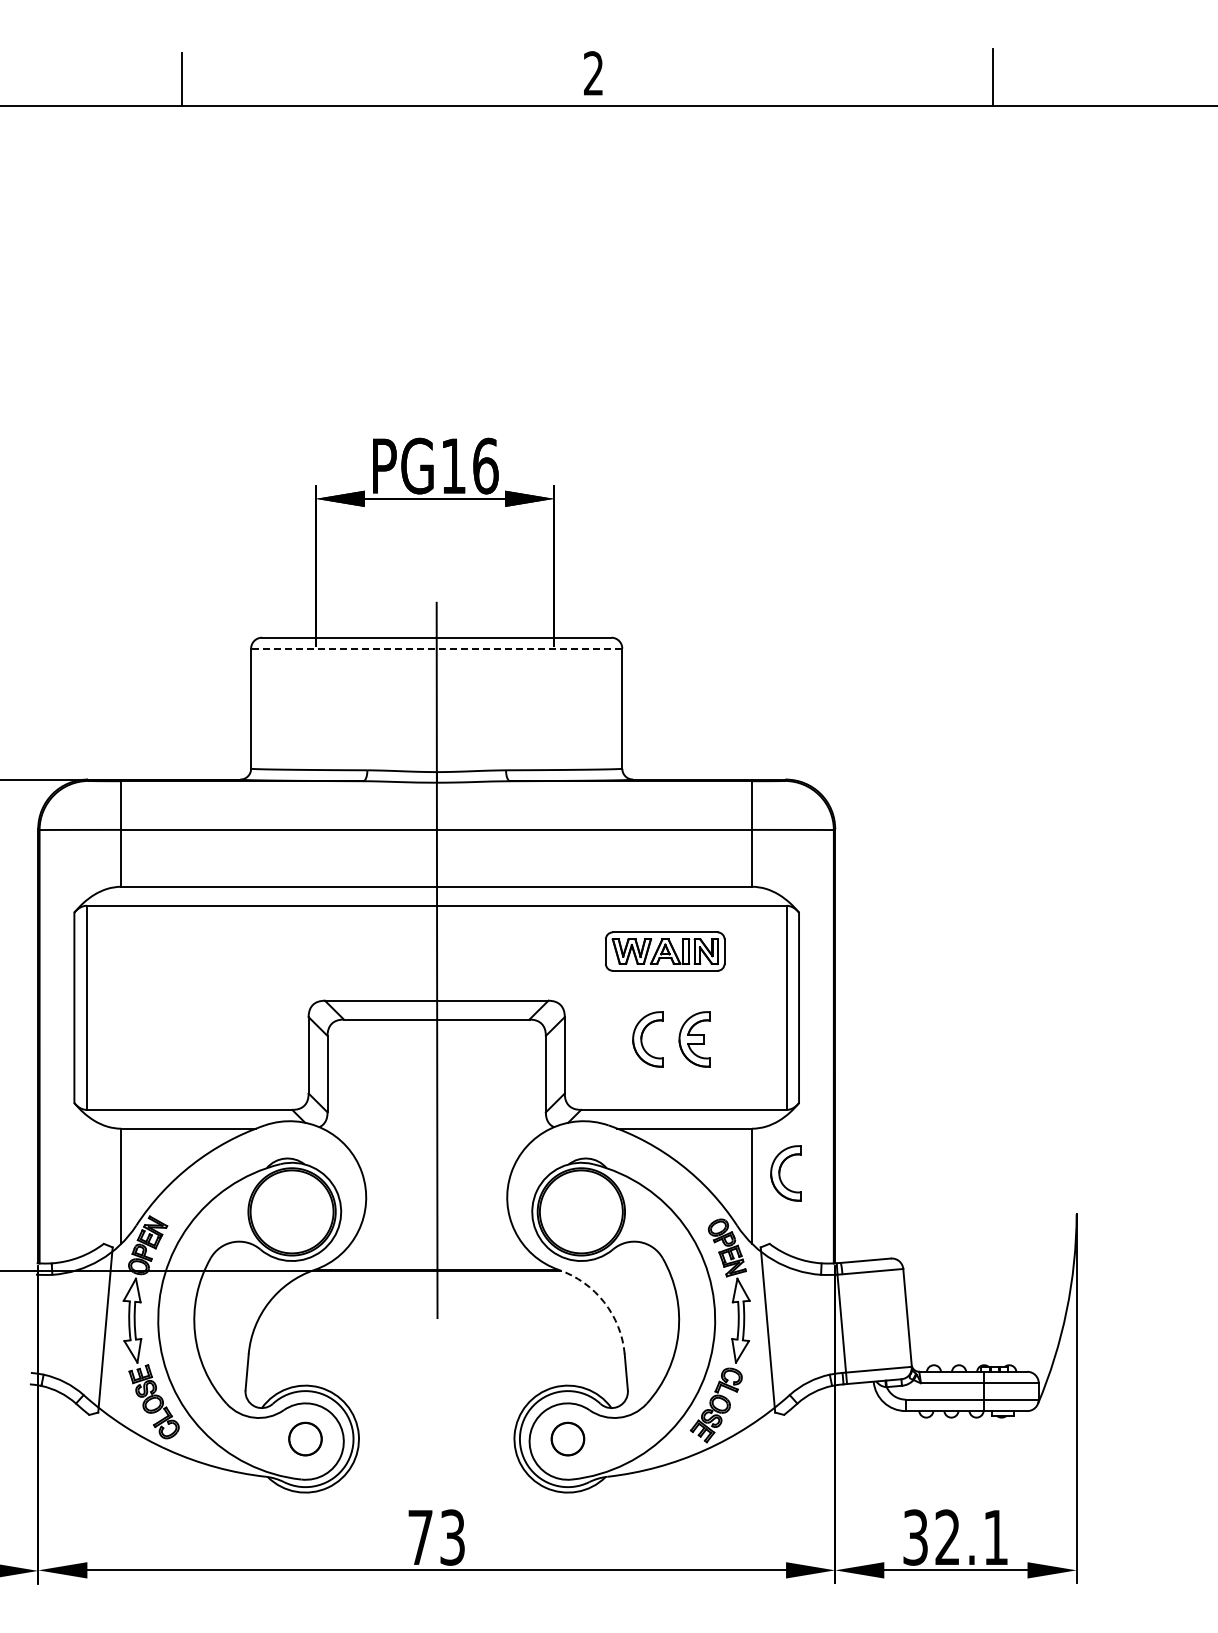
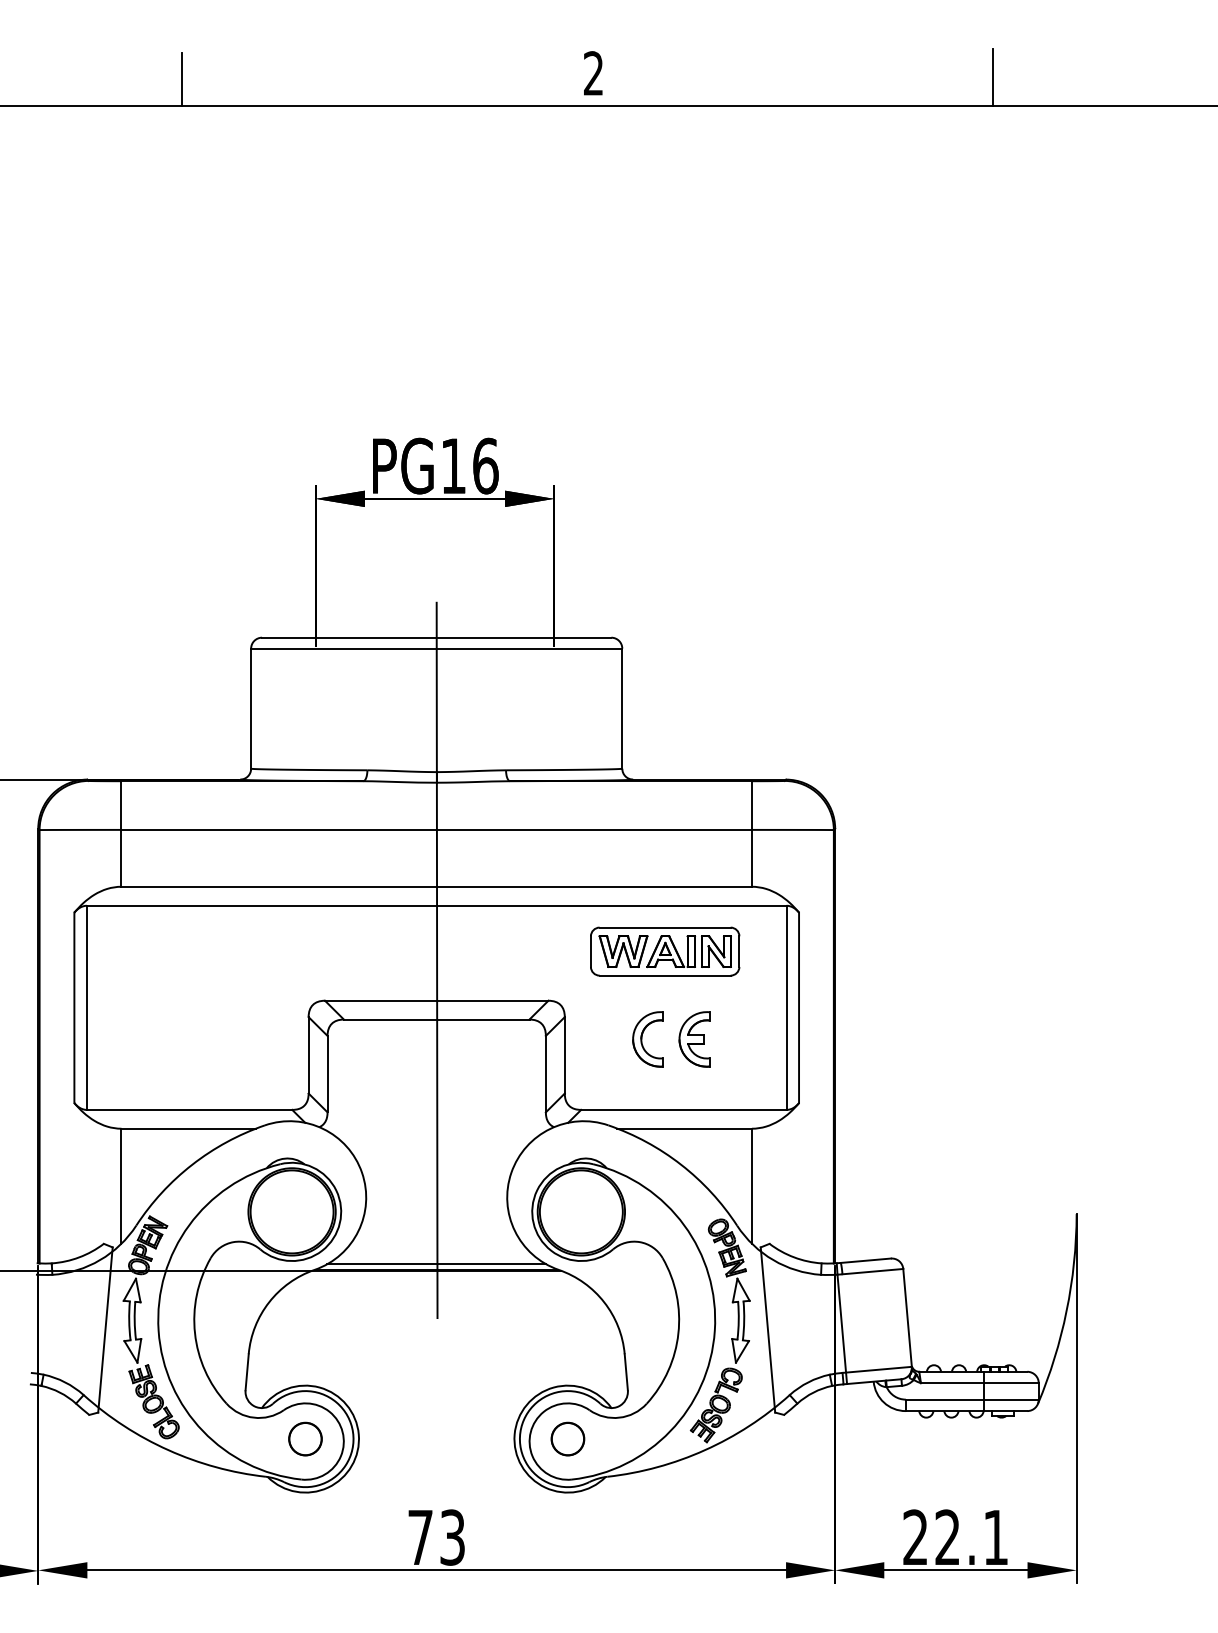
line at (436, 648): dashed -> solid
part at (665, 951) size: 121x41 px -> 151x51 px
part at (785, 1173): present -> none
line at (436, 1264): none -> present
arc at (604, 1302): dashed -> solid
text at (915, 1537): 32.1 -> 22.1
